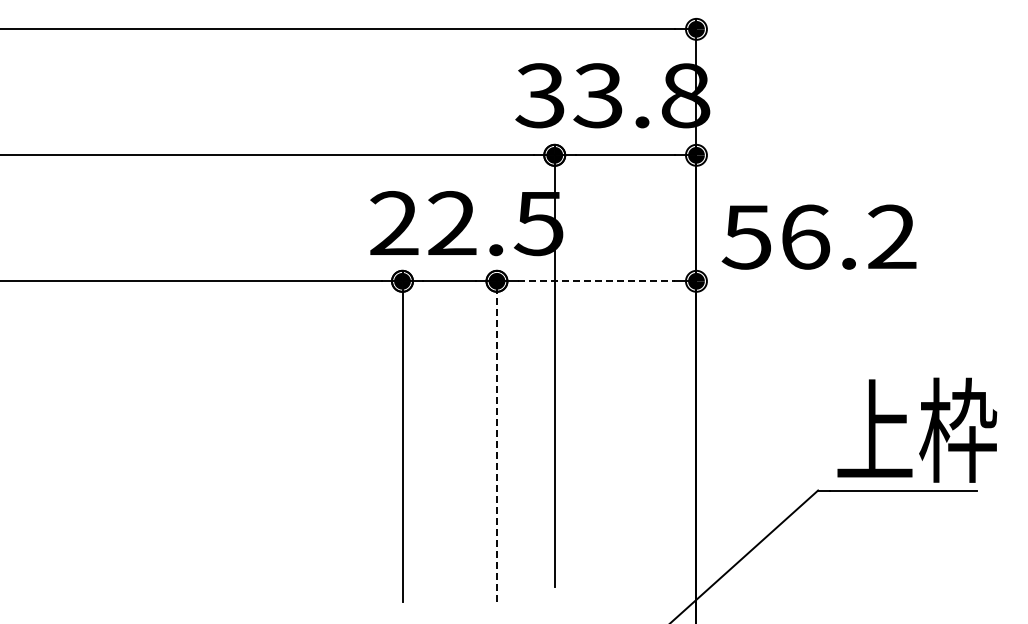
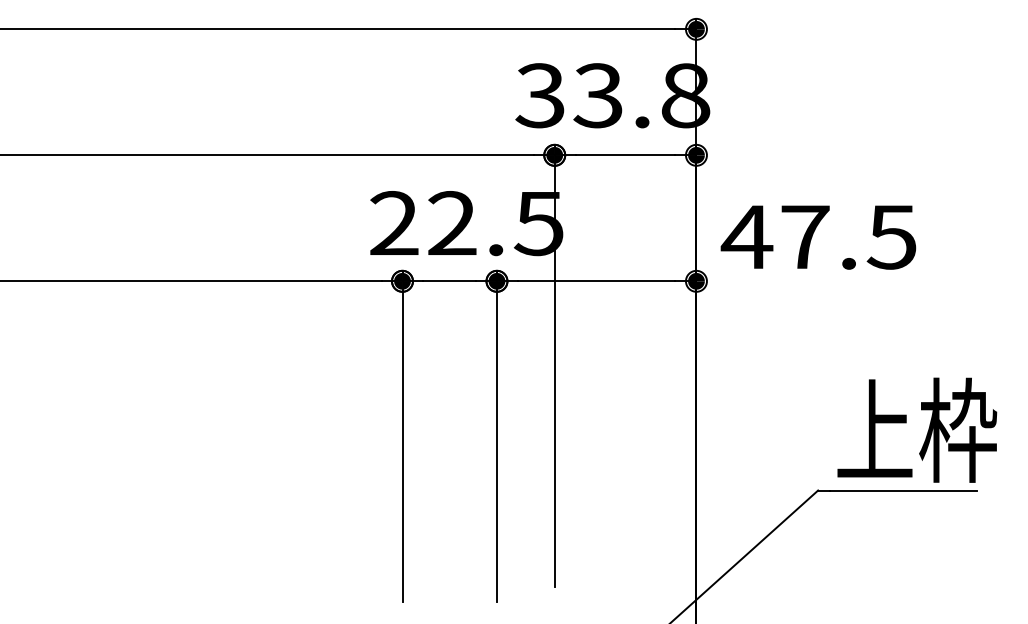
text at (818, 236): 56.2 -> 47.5
line at (596, 281): dashed -> solid
line at (496, 436): dashed -> solid
